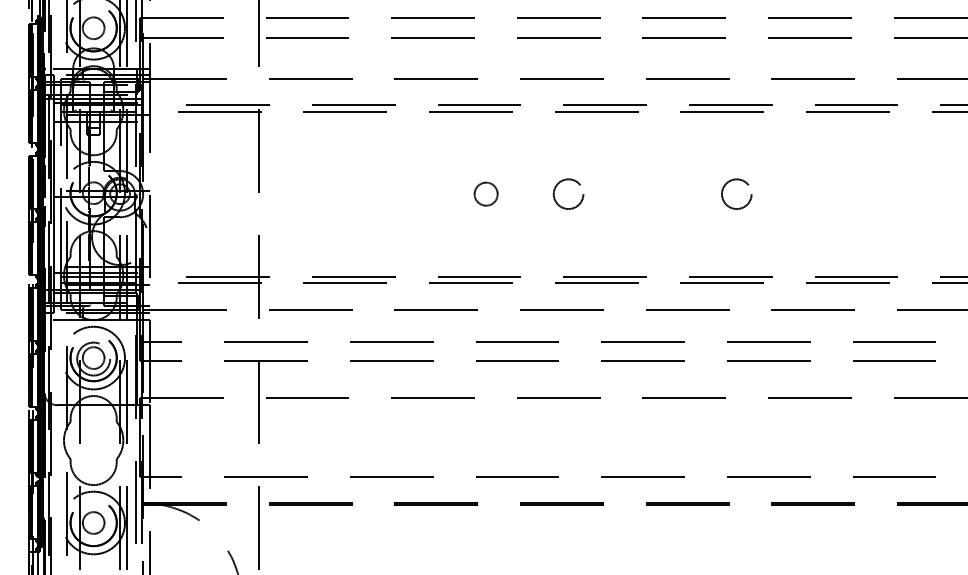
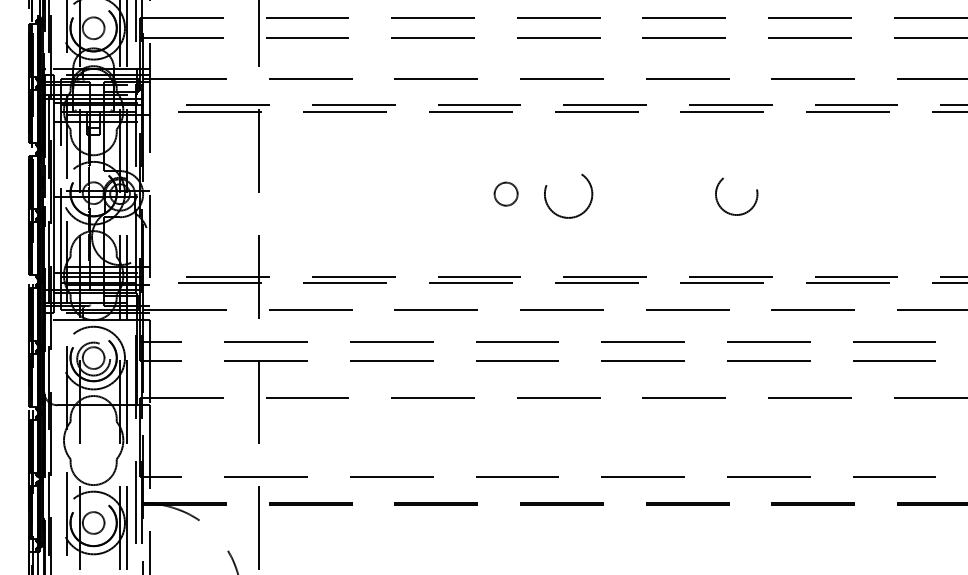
circle at (485, 193) position: (485, 193) -> (505, 193)
circle at (736, 193) size: 32x32 px -> 44x39 px
circle at (568, 194) diameter: 30 px -> 47 px
